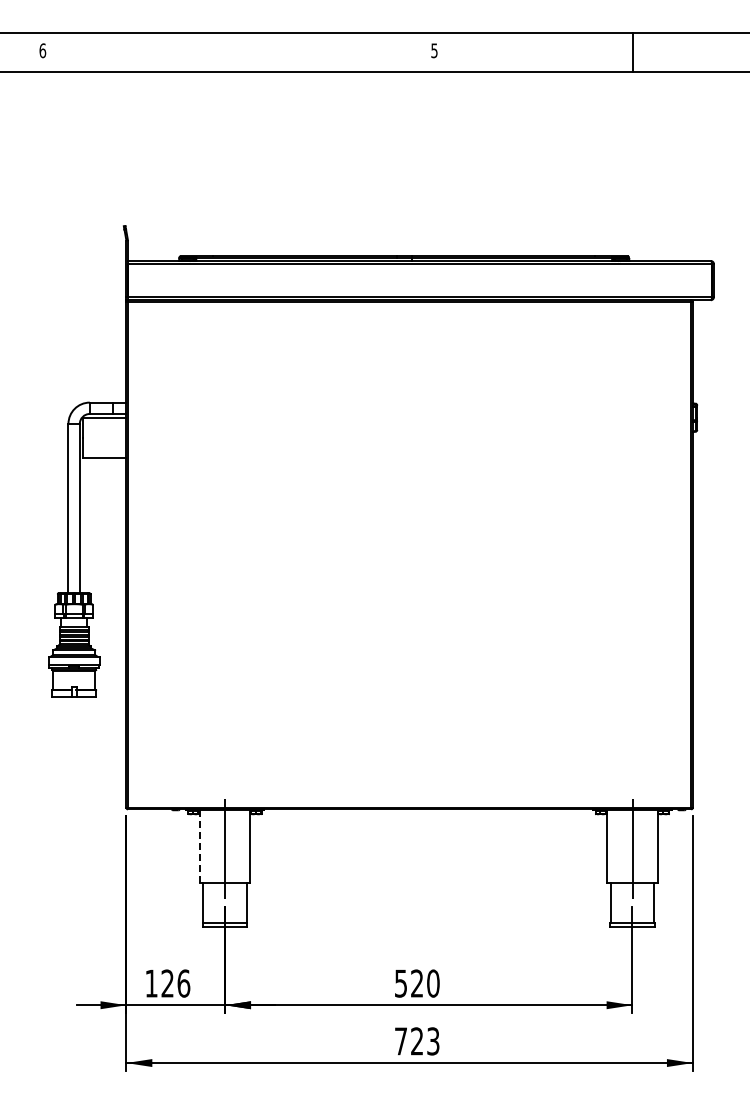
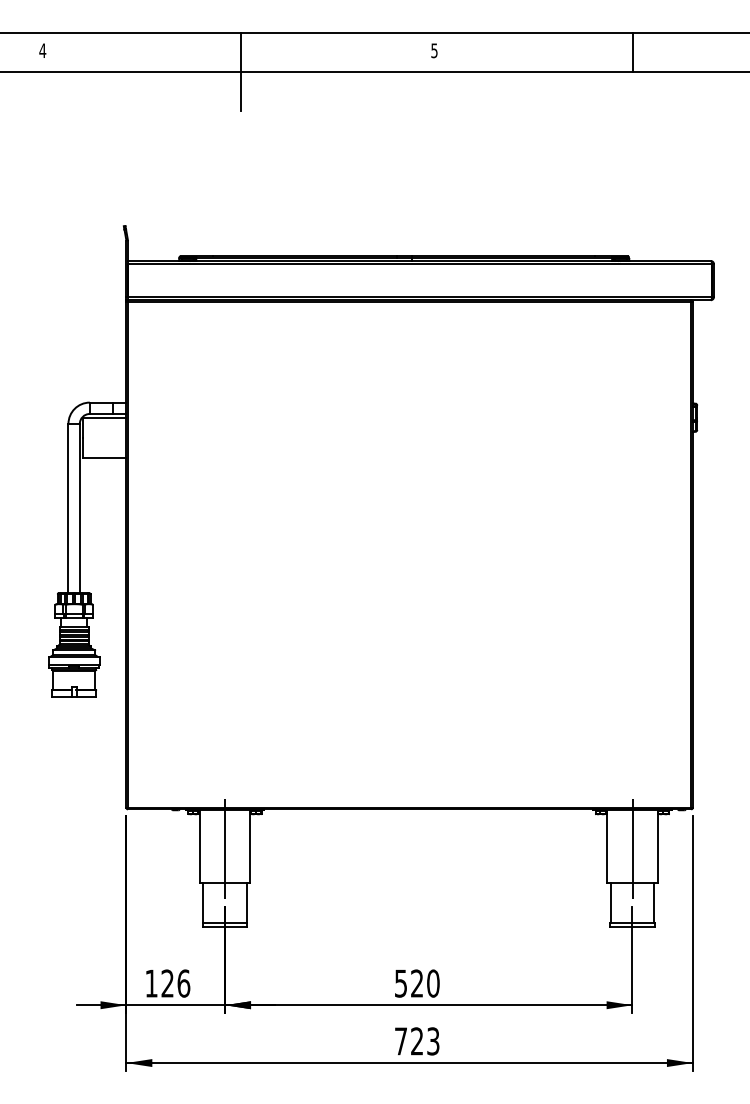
text at (42, 50): 6 -> 4
line at (240, 72): none -> present
line at (200, 847): dashed -> solid
